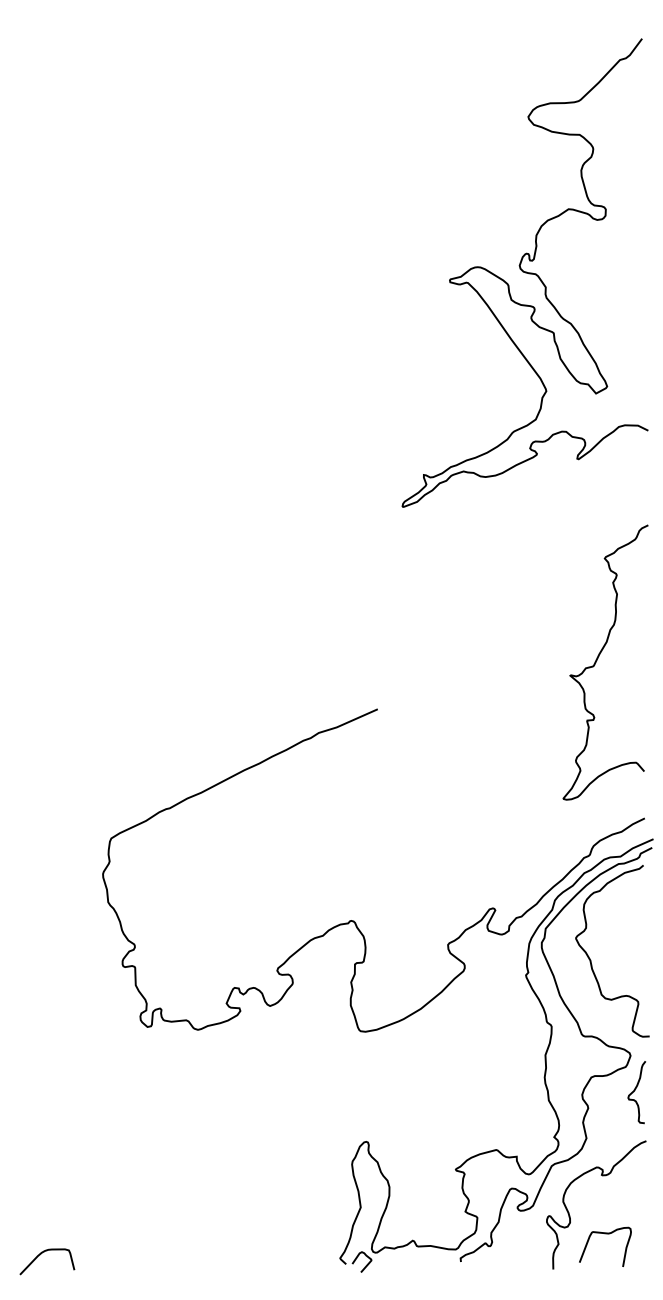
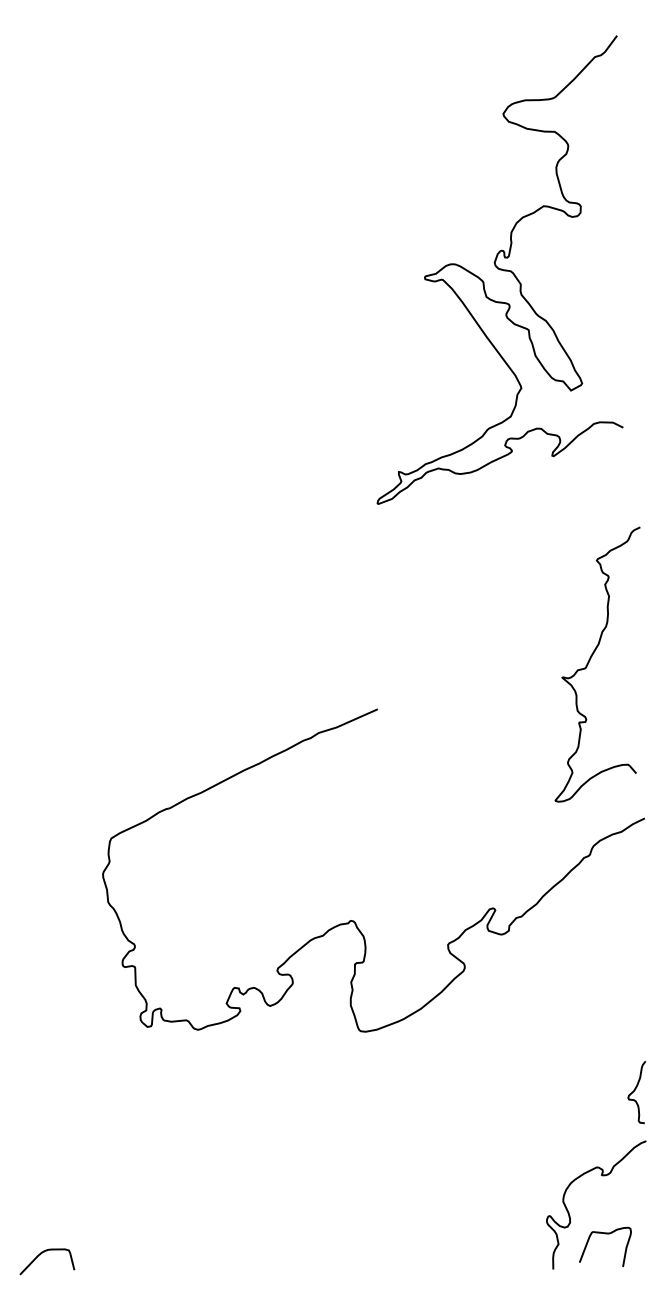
curve at (524, 272) position: (524, 272) -> (499, 269)
curve at (598, 658) position: (598, 658) -> (590, 660)
part at (544, 1055): present -> none
